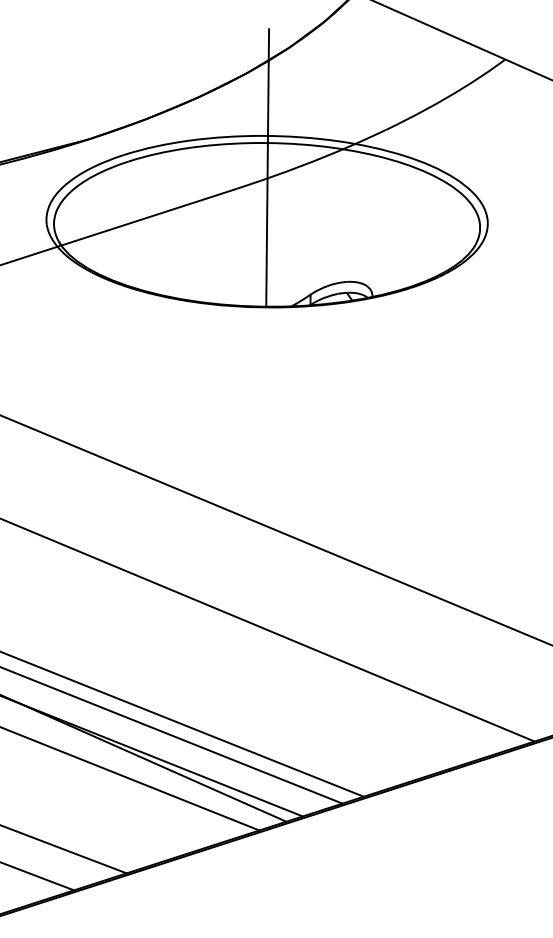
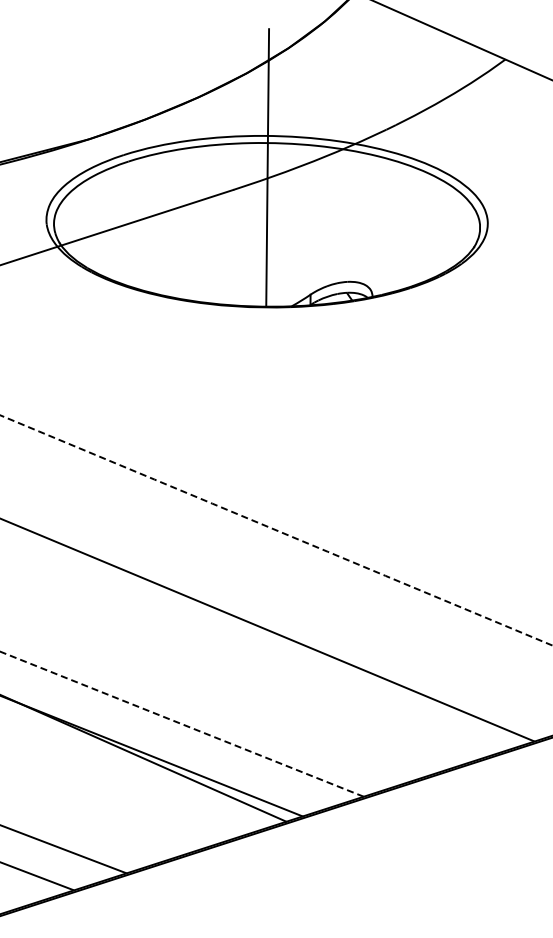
arc at (276, 530): solid -> dashed
line at (181, 724): solid -> dashed
line at (172, 735): present -> none
line at (130, 779): present -> none
